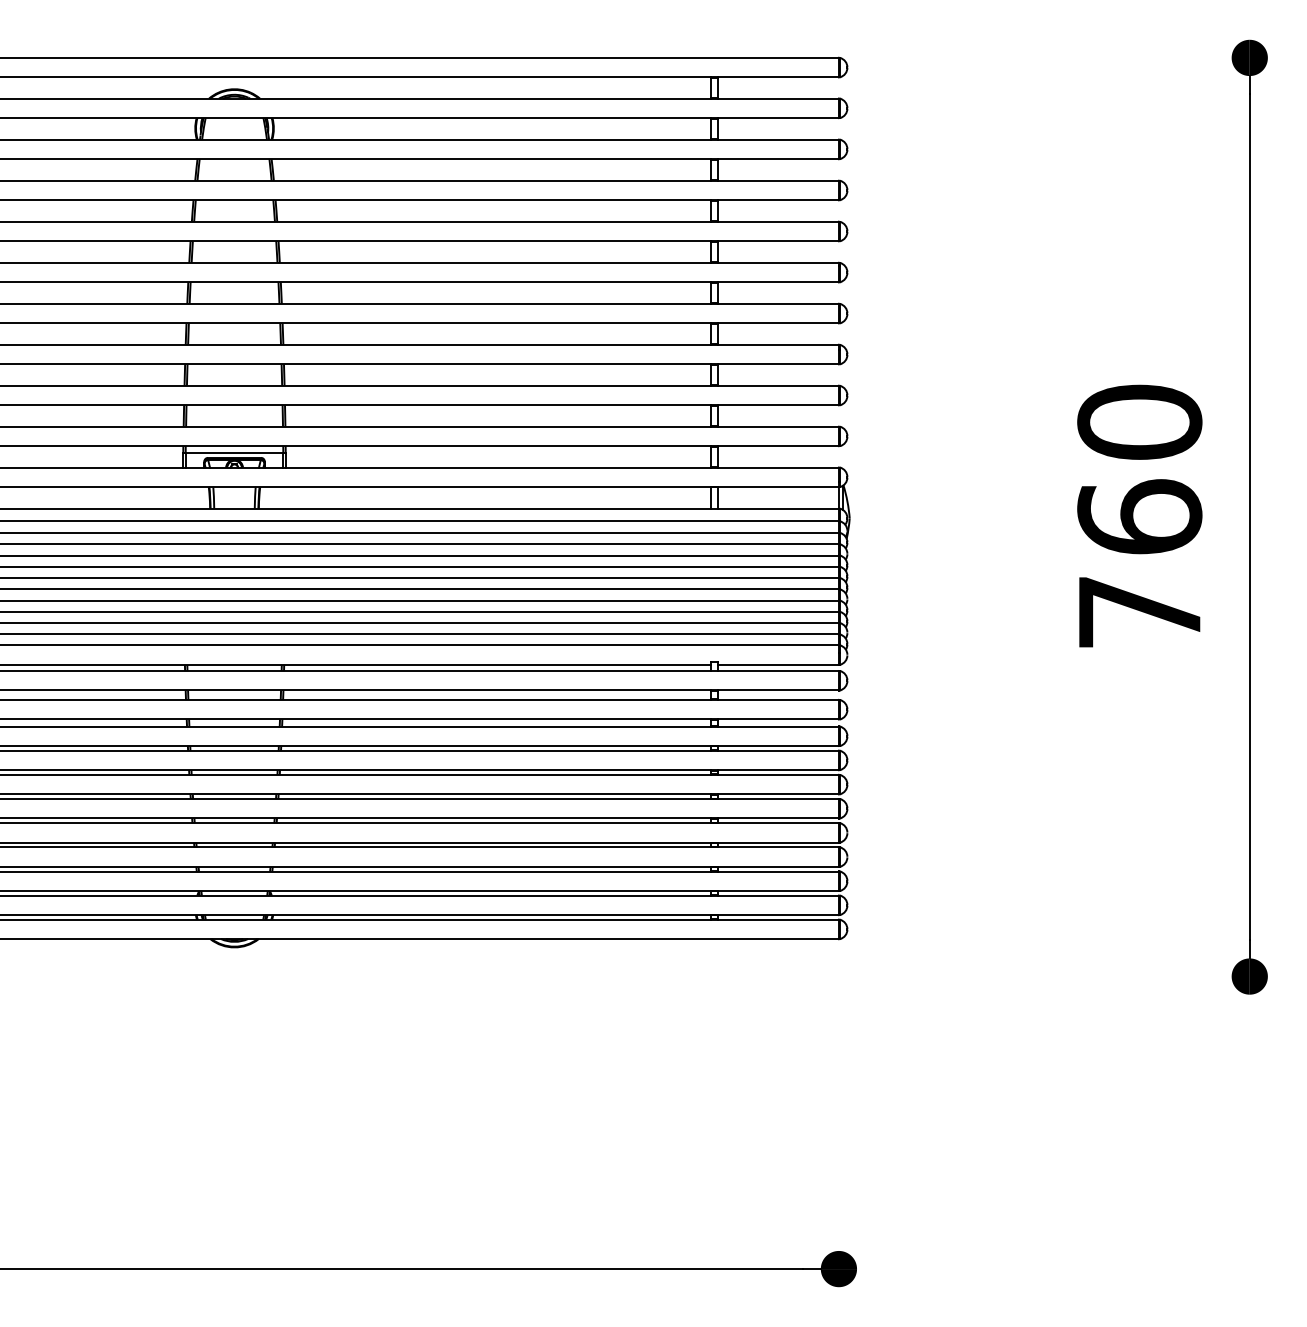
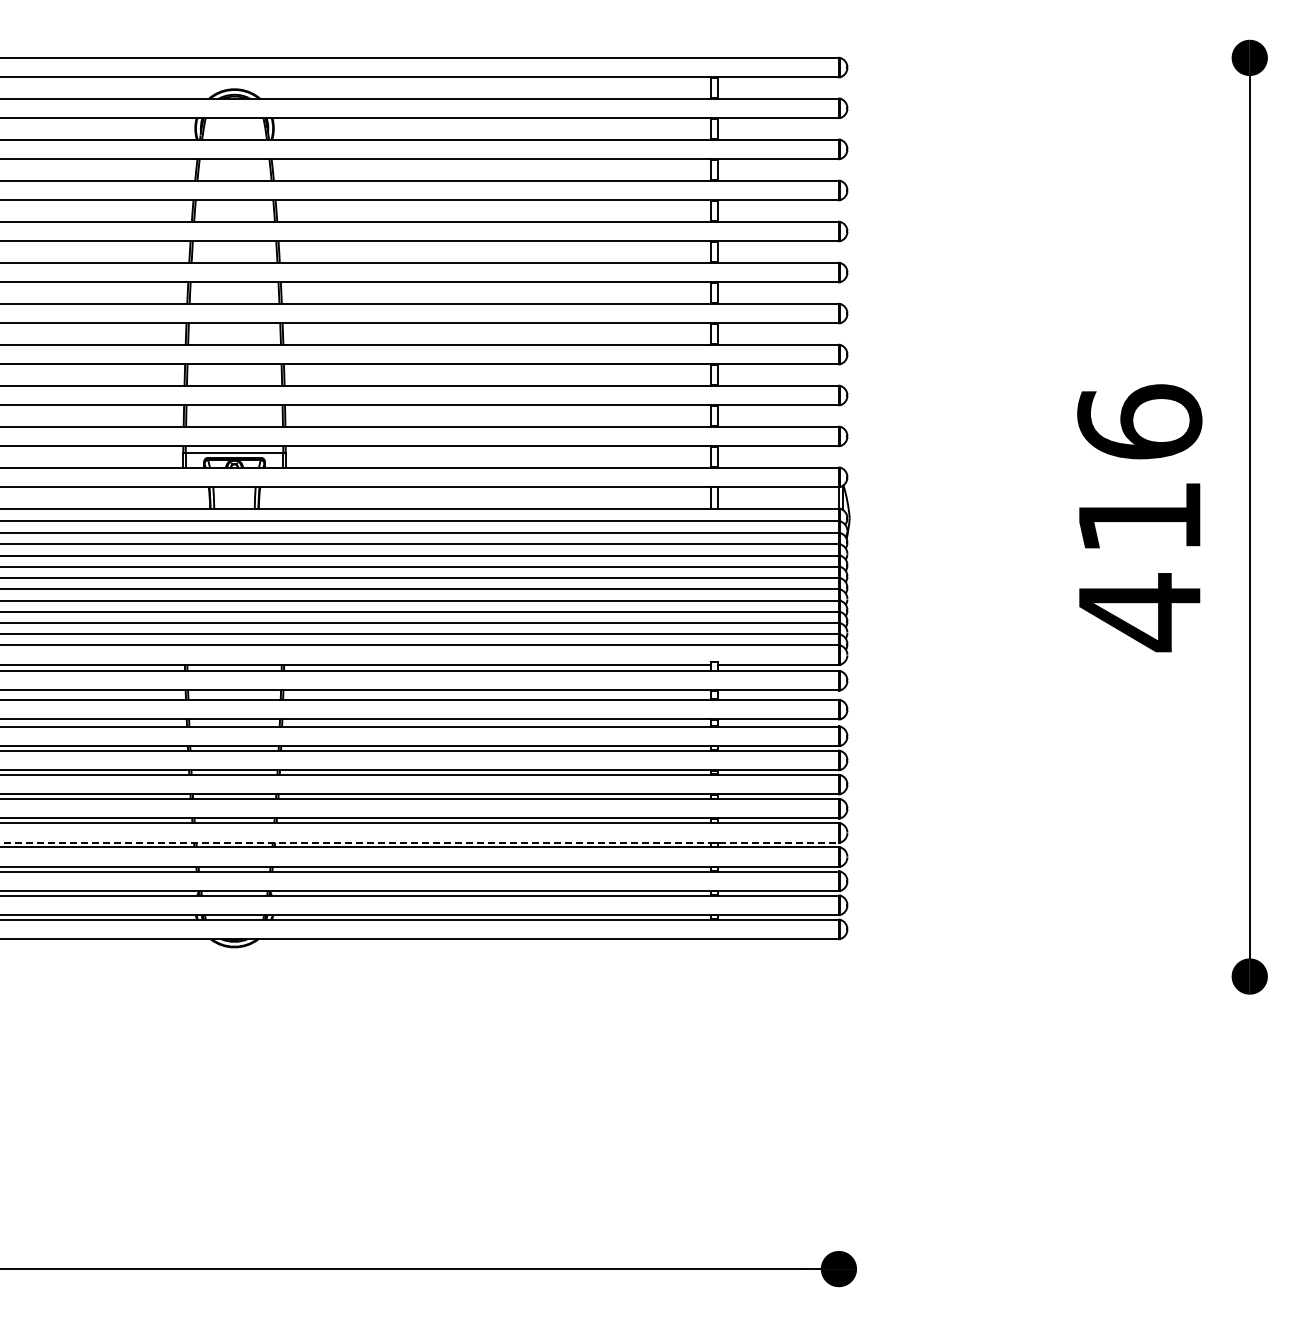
text at (1139, 518): 760 -> 416
line at (420, 842): solid -> dashed
